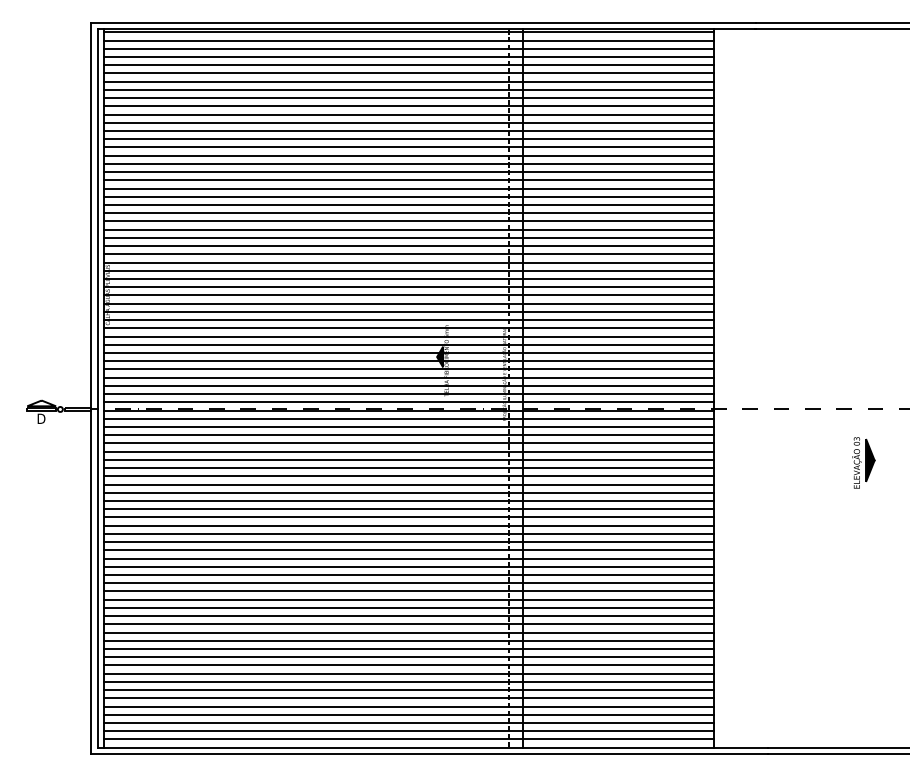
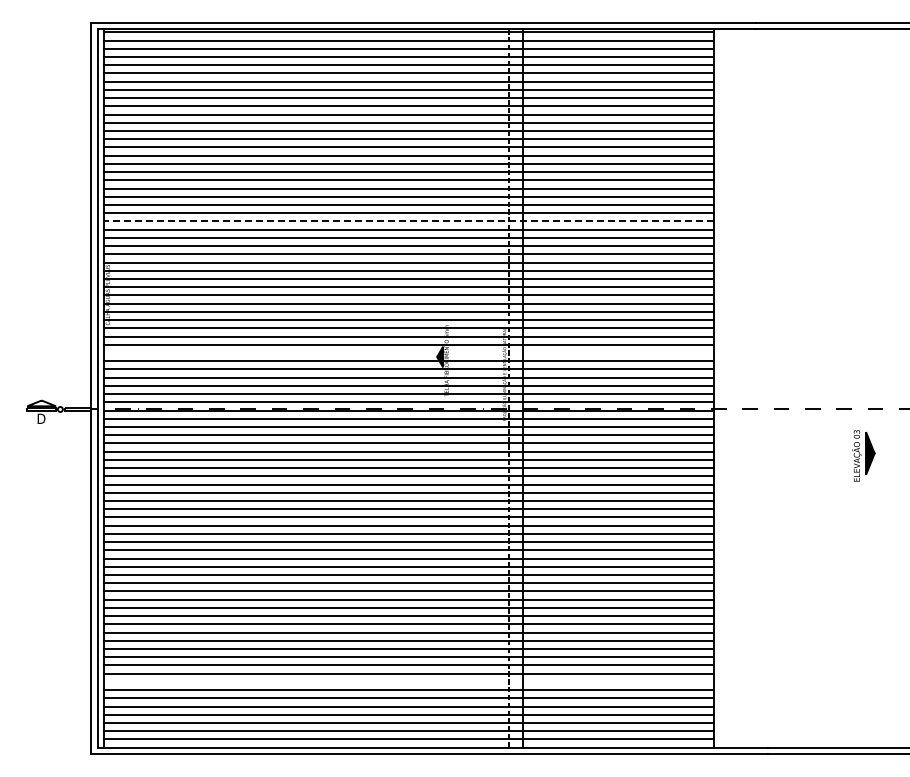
line at (408, 221): solid -> dashed
line at (408, 353): present -> none
part at (863, 462) position: (863, 462) -> (863, 455)
line at (408, 681): present -> none
